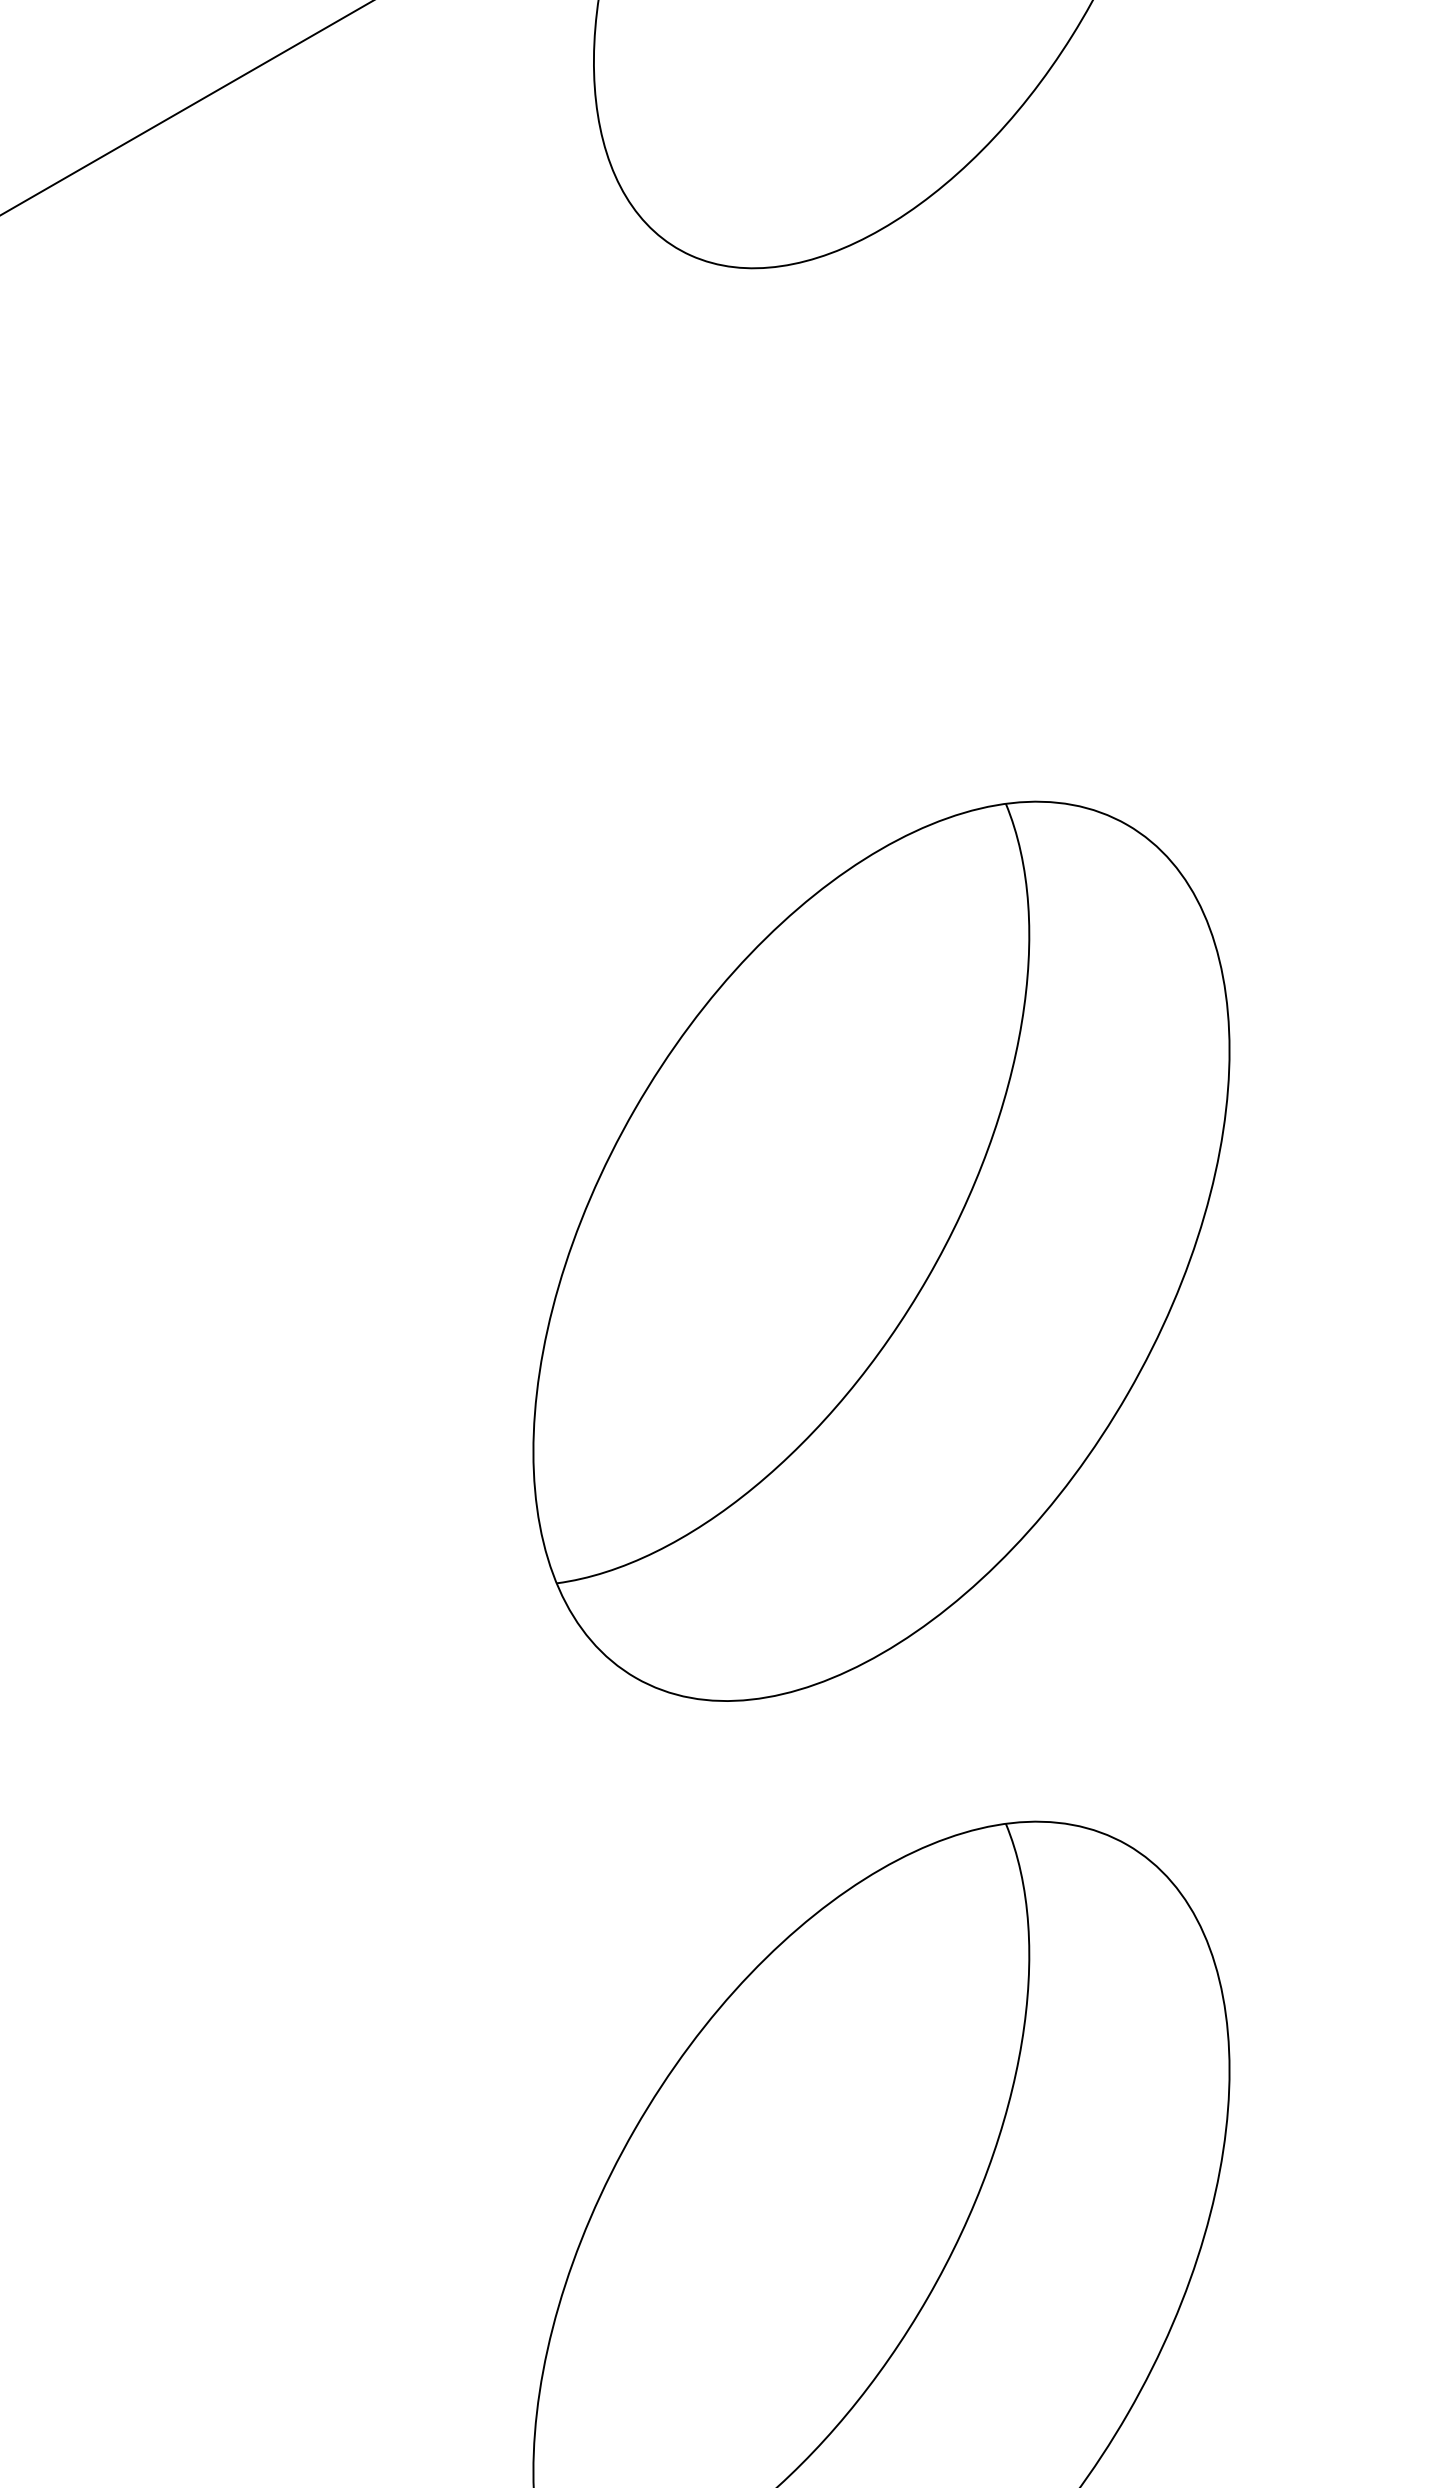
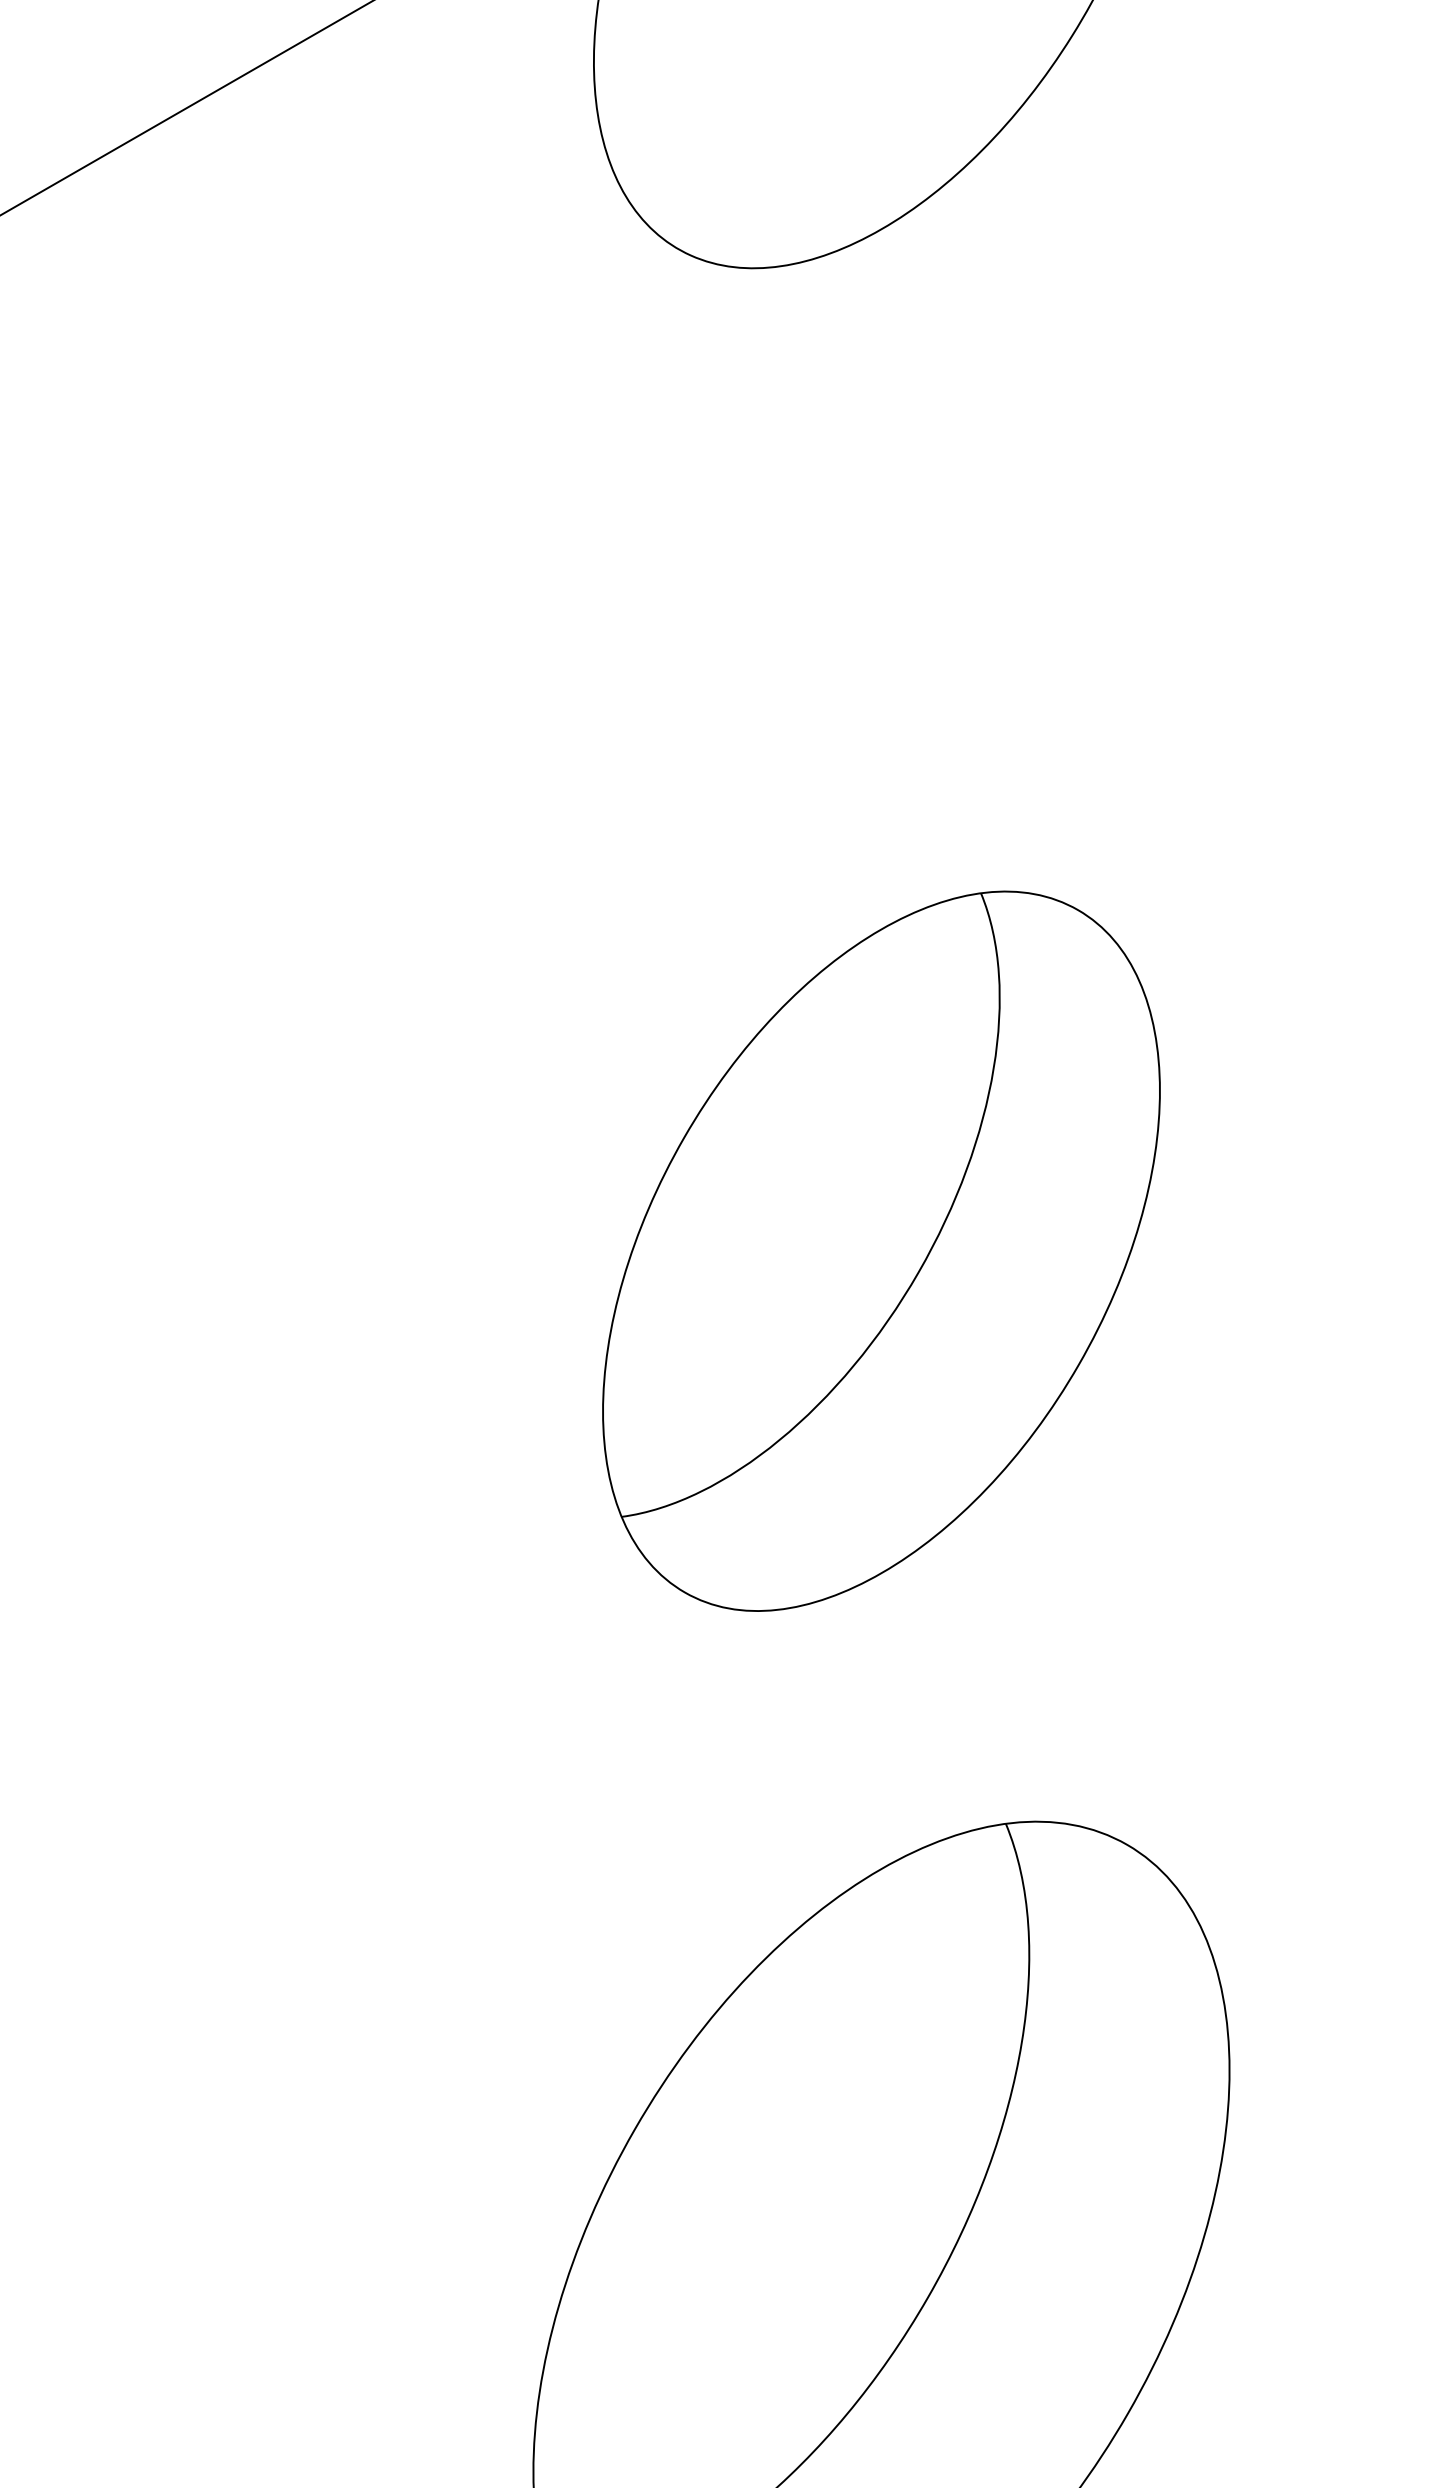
part at (881, 1250) size: 699x902 px -> 559x722 px
